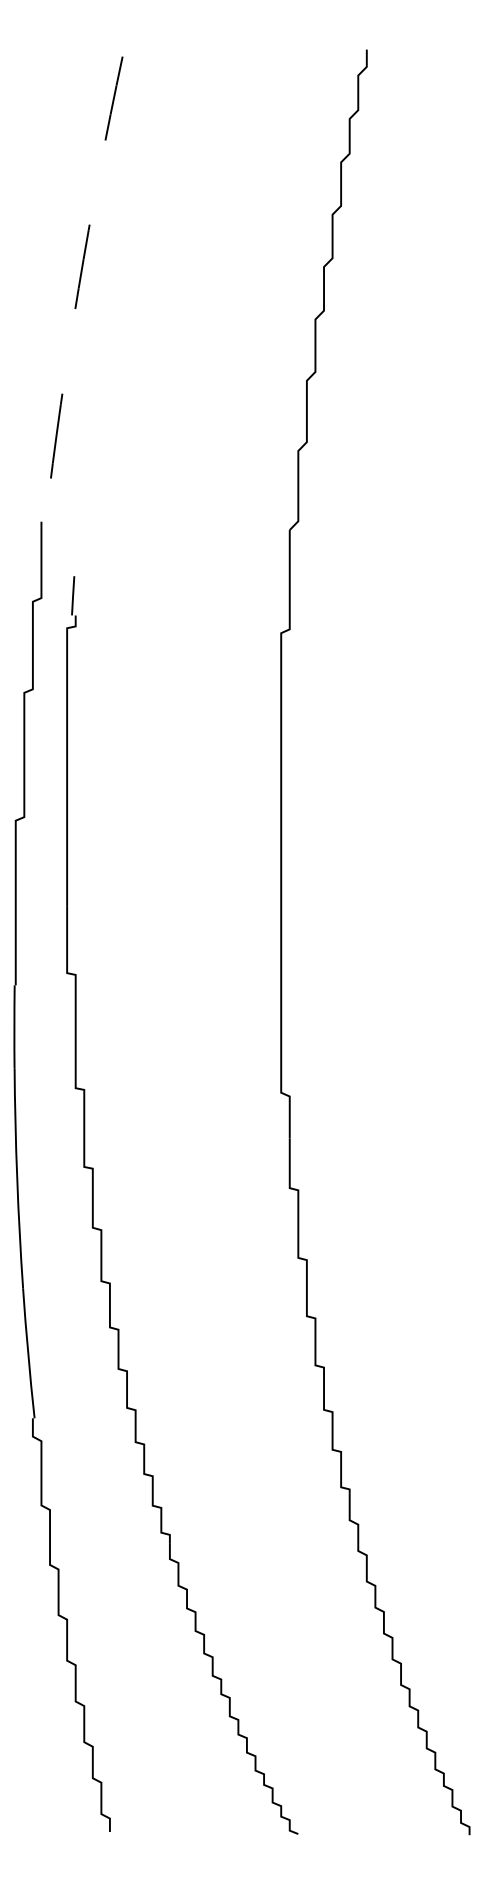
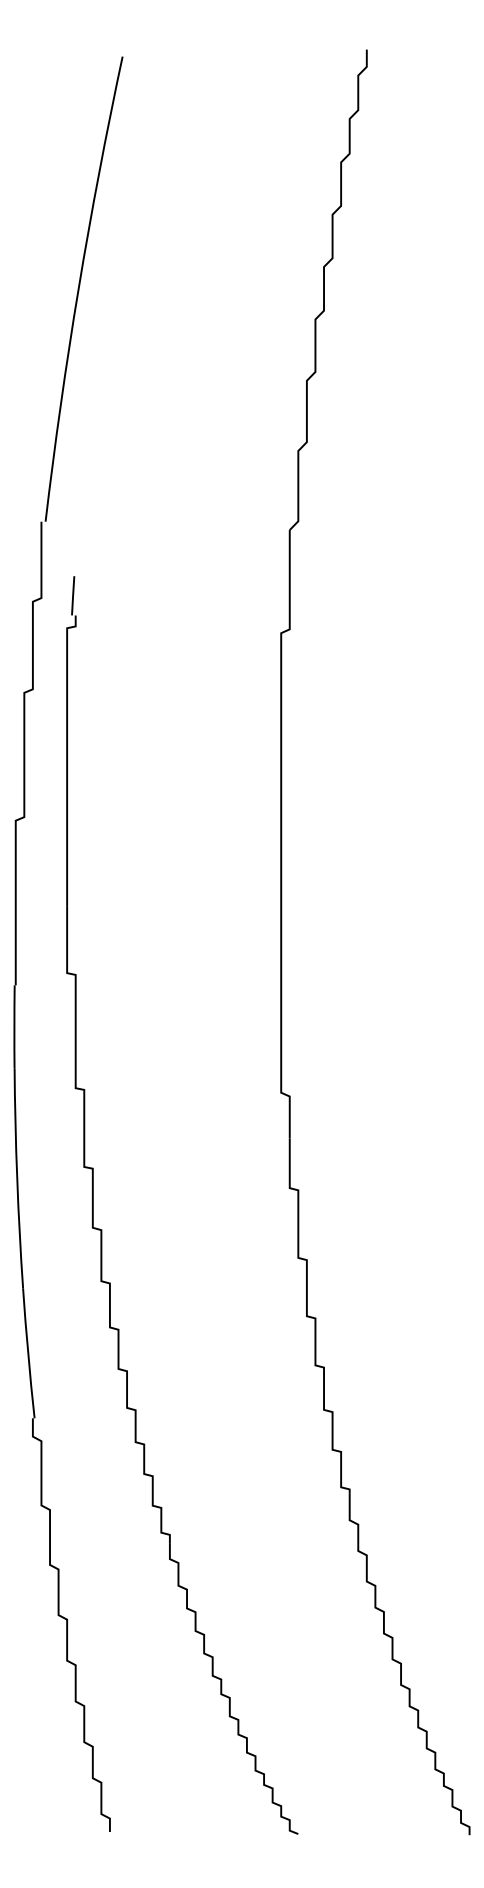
arc at (78, 288): dashed -> solid
